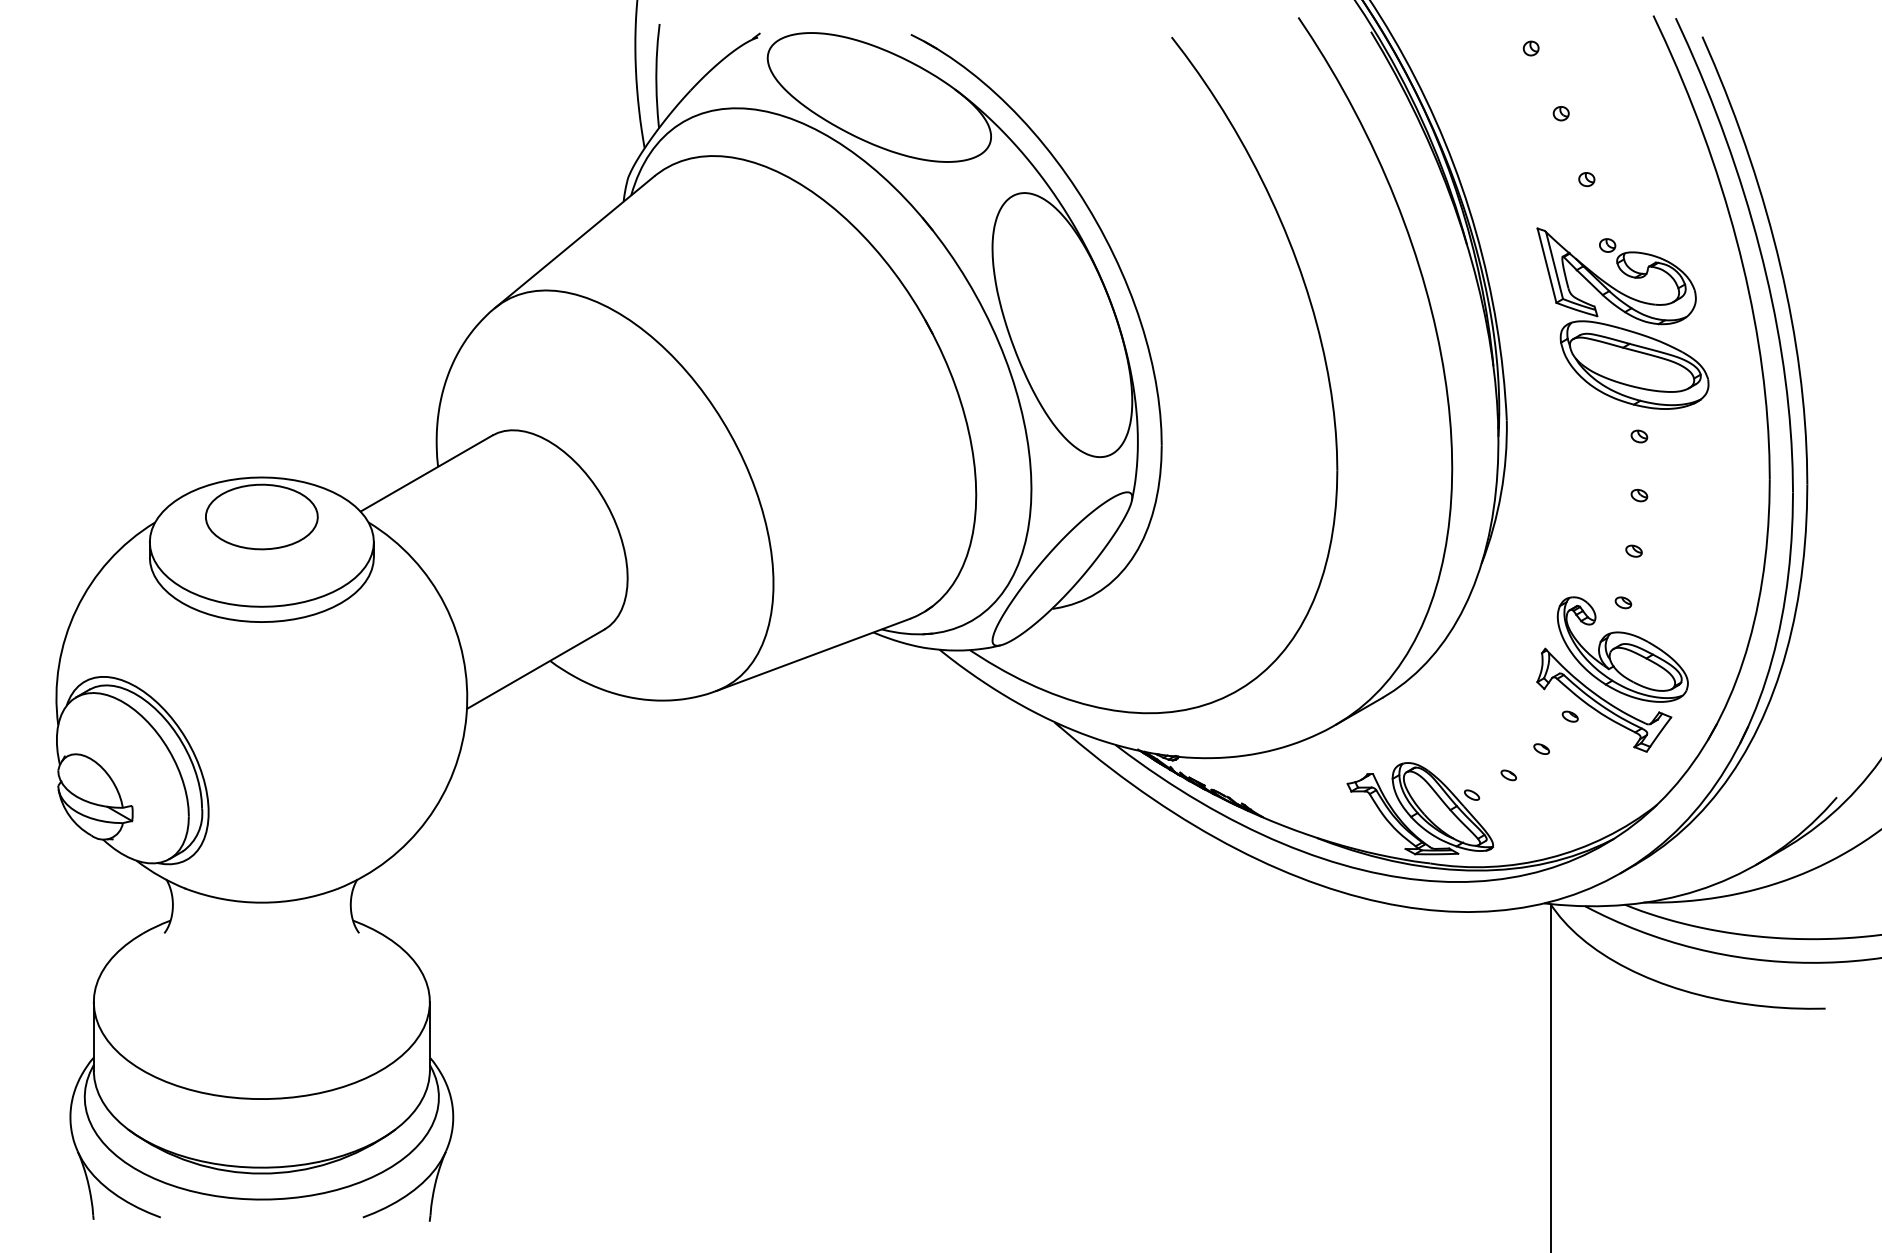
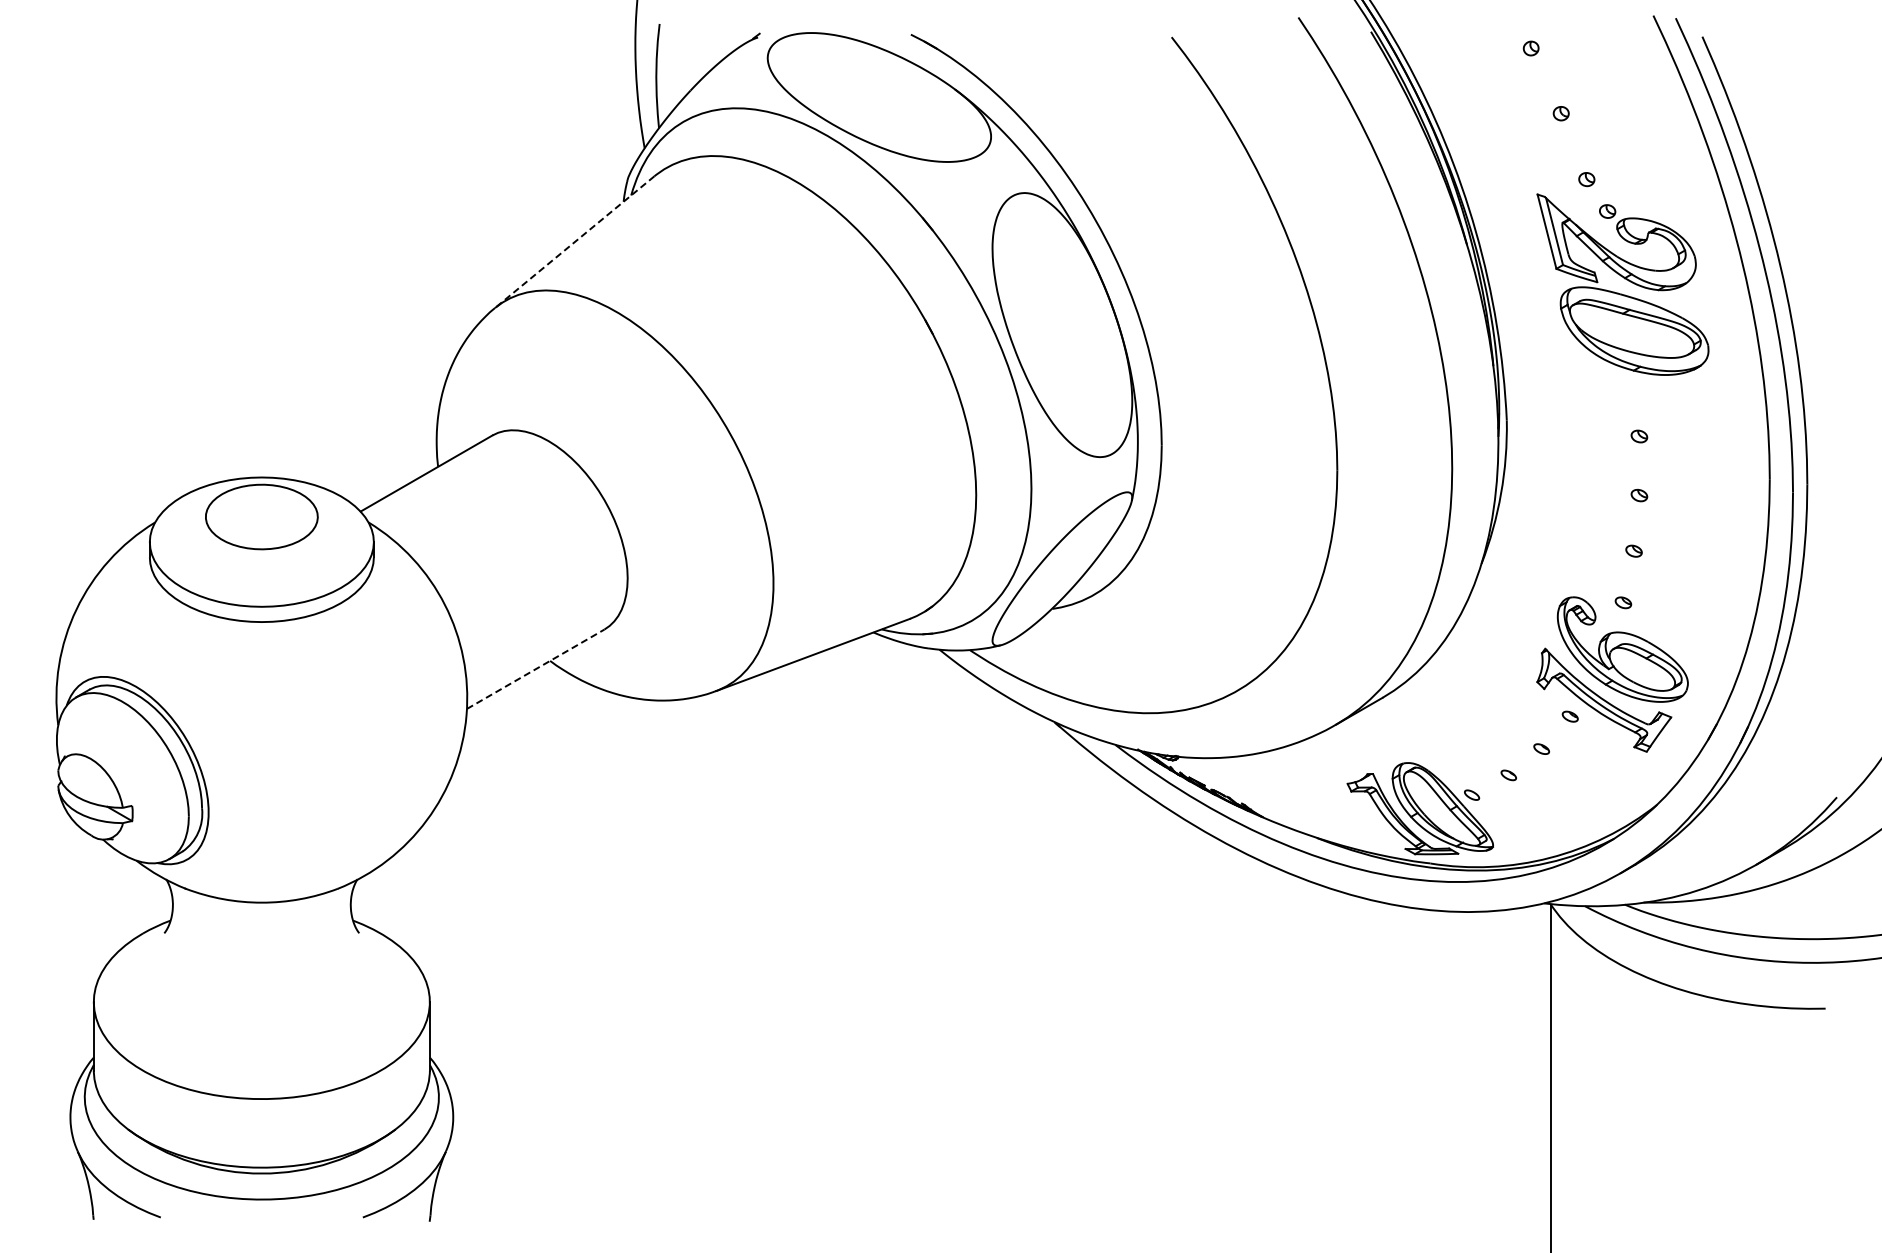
line at (574, 242): solid -> dashed
part at (1622, 318) position: (1622, 318) -> (1622, 284)
line at (536, 669): solid -> dashed
